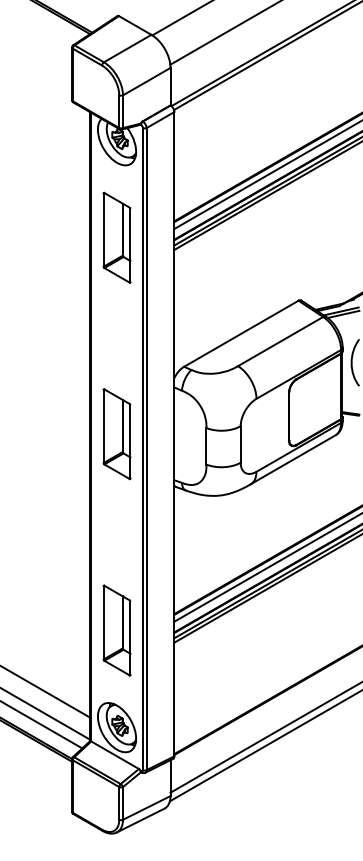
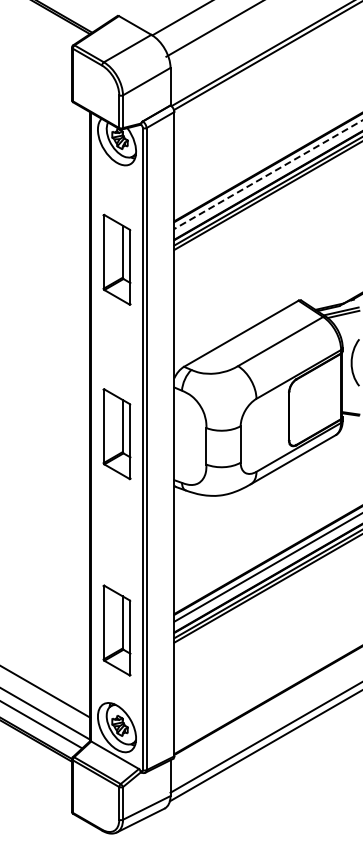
line at (224, 33) position: (224, 33) -> (213, 29)
line at (267, 175): solid -> dashed
part at (116, 237) position: (116, 237) -> (116, 259)
